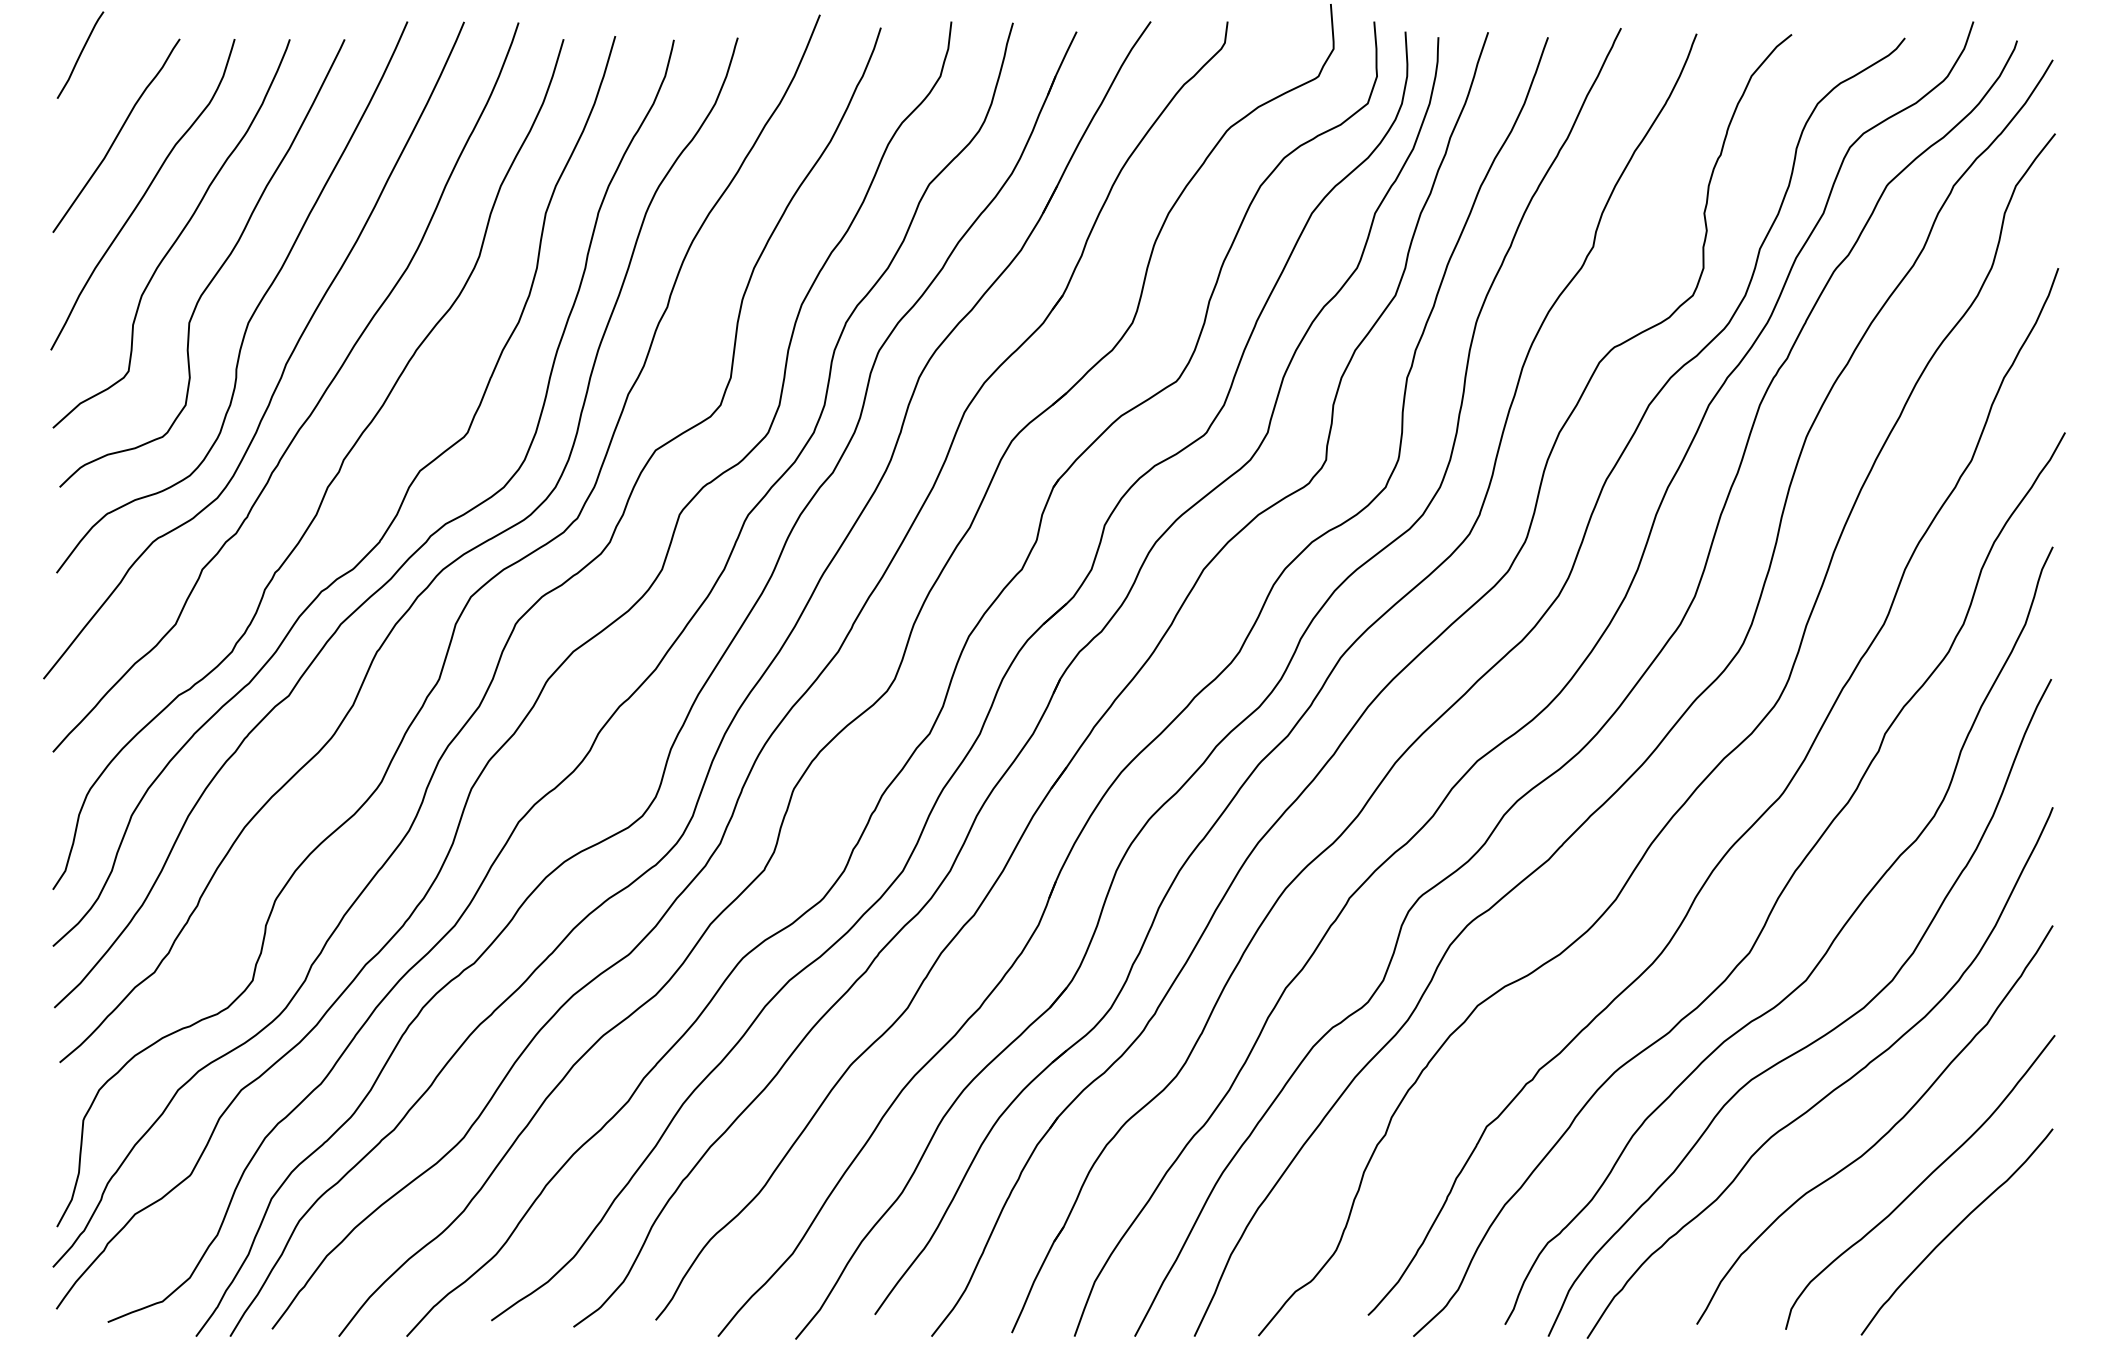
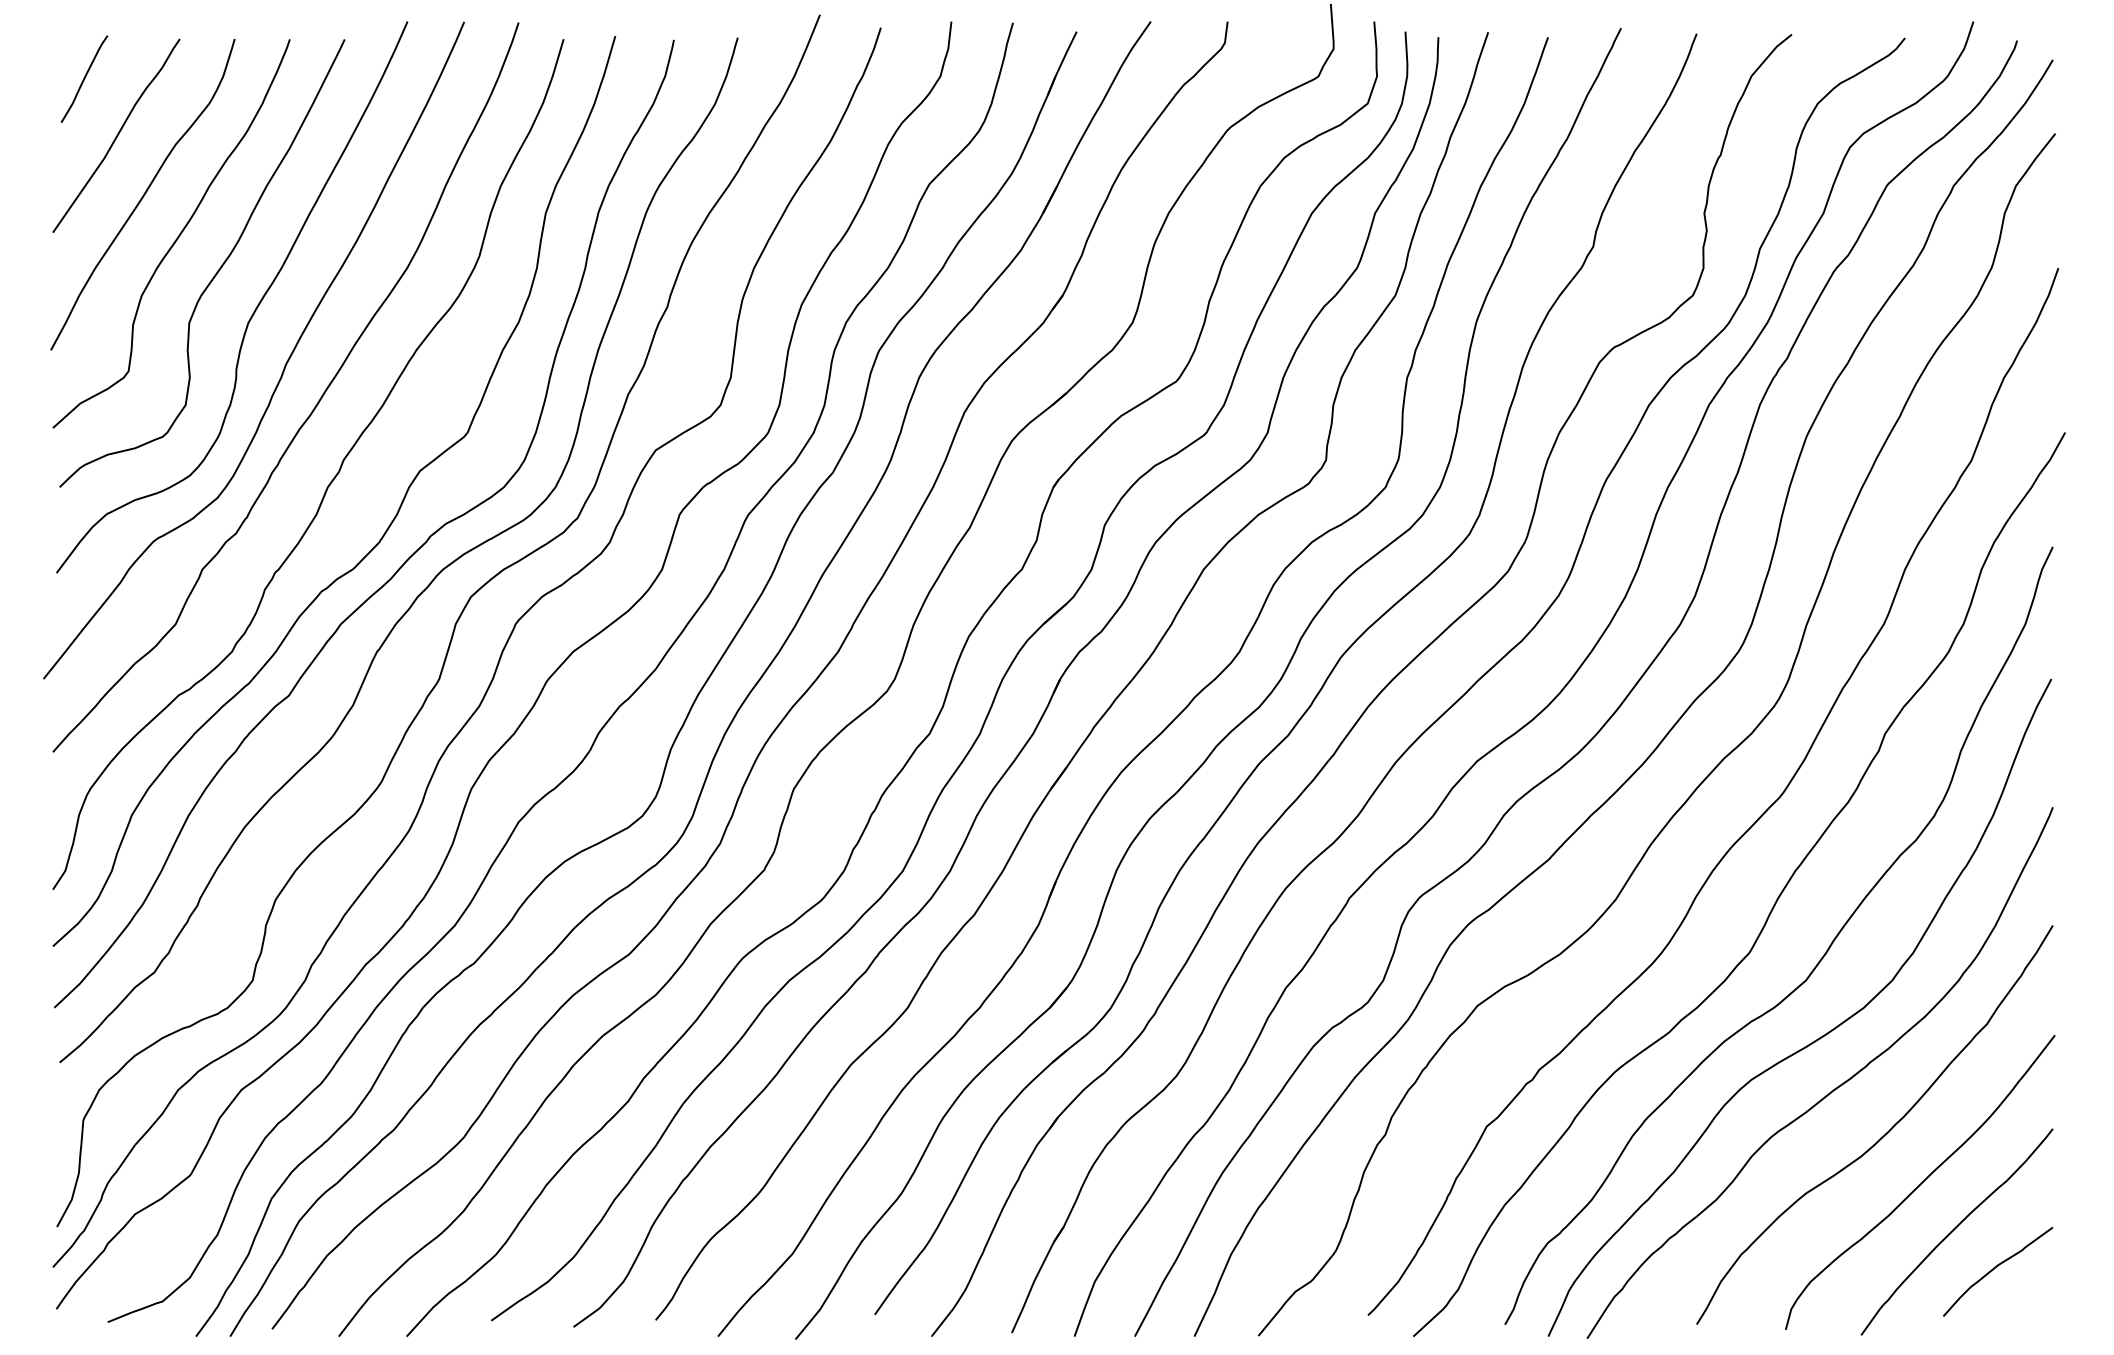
curve at (80, 54) position: (80, 54) -> (84, 78)
curve at (1995, 1268): none -> present
